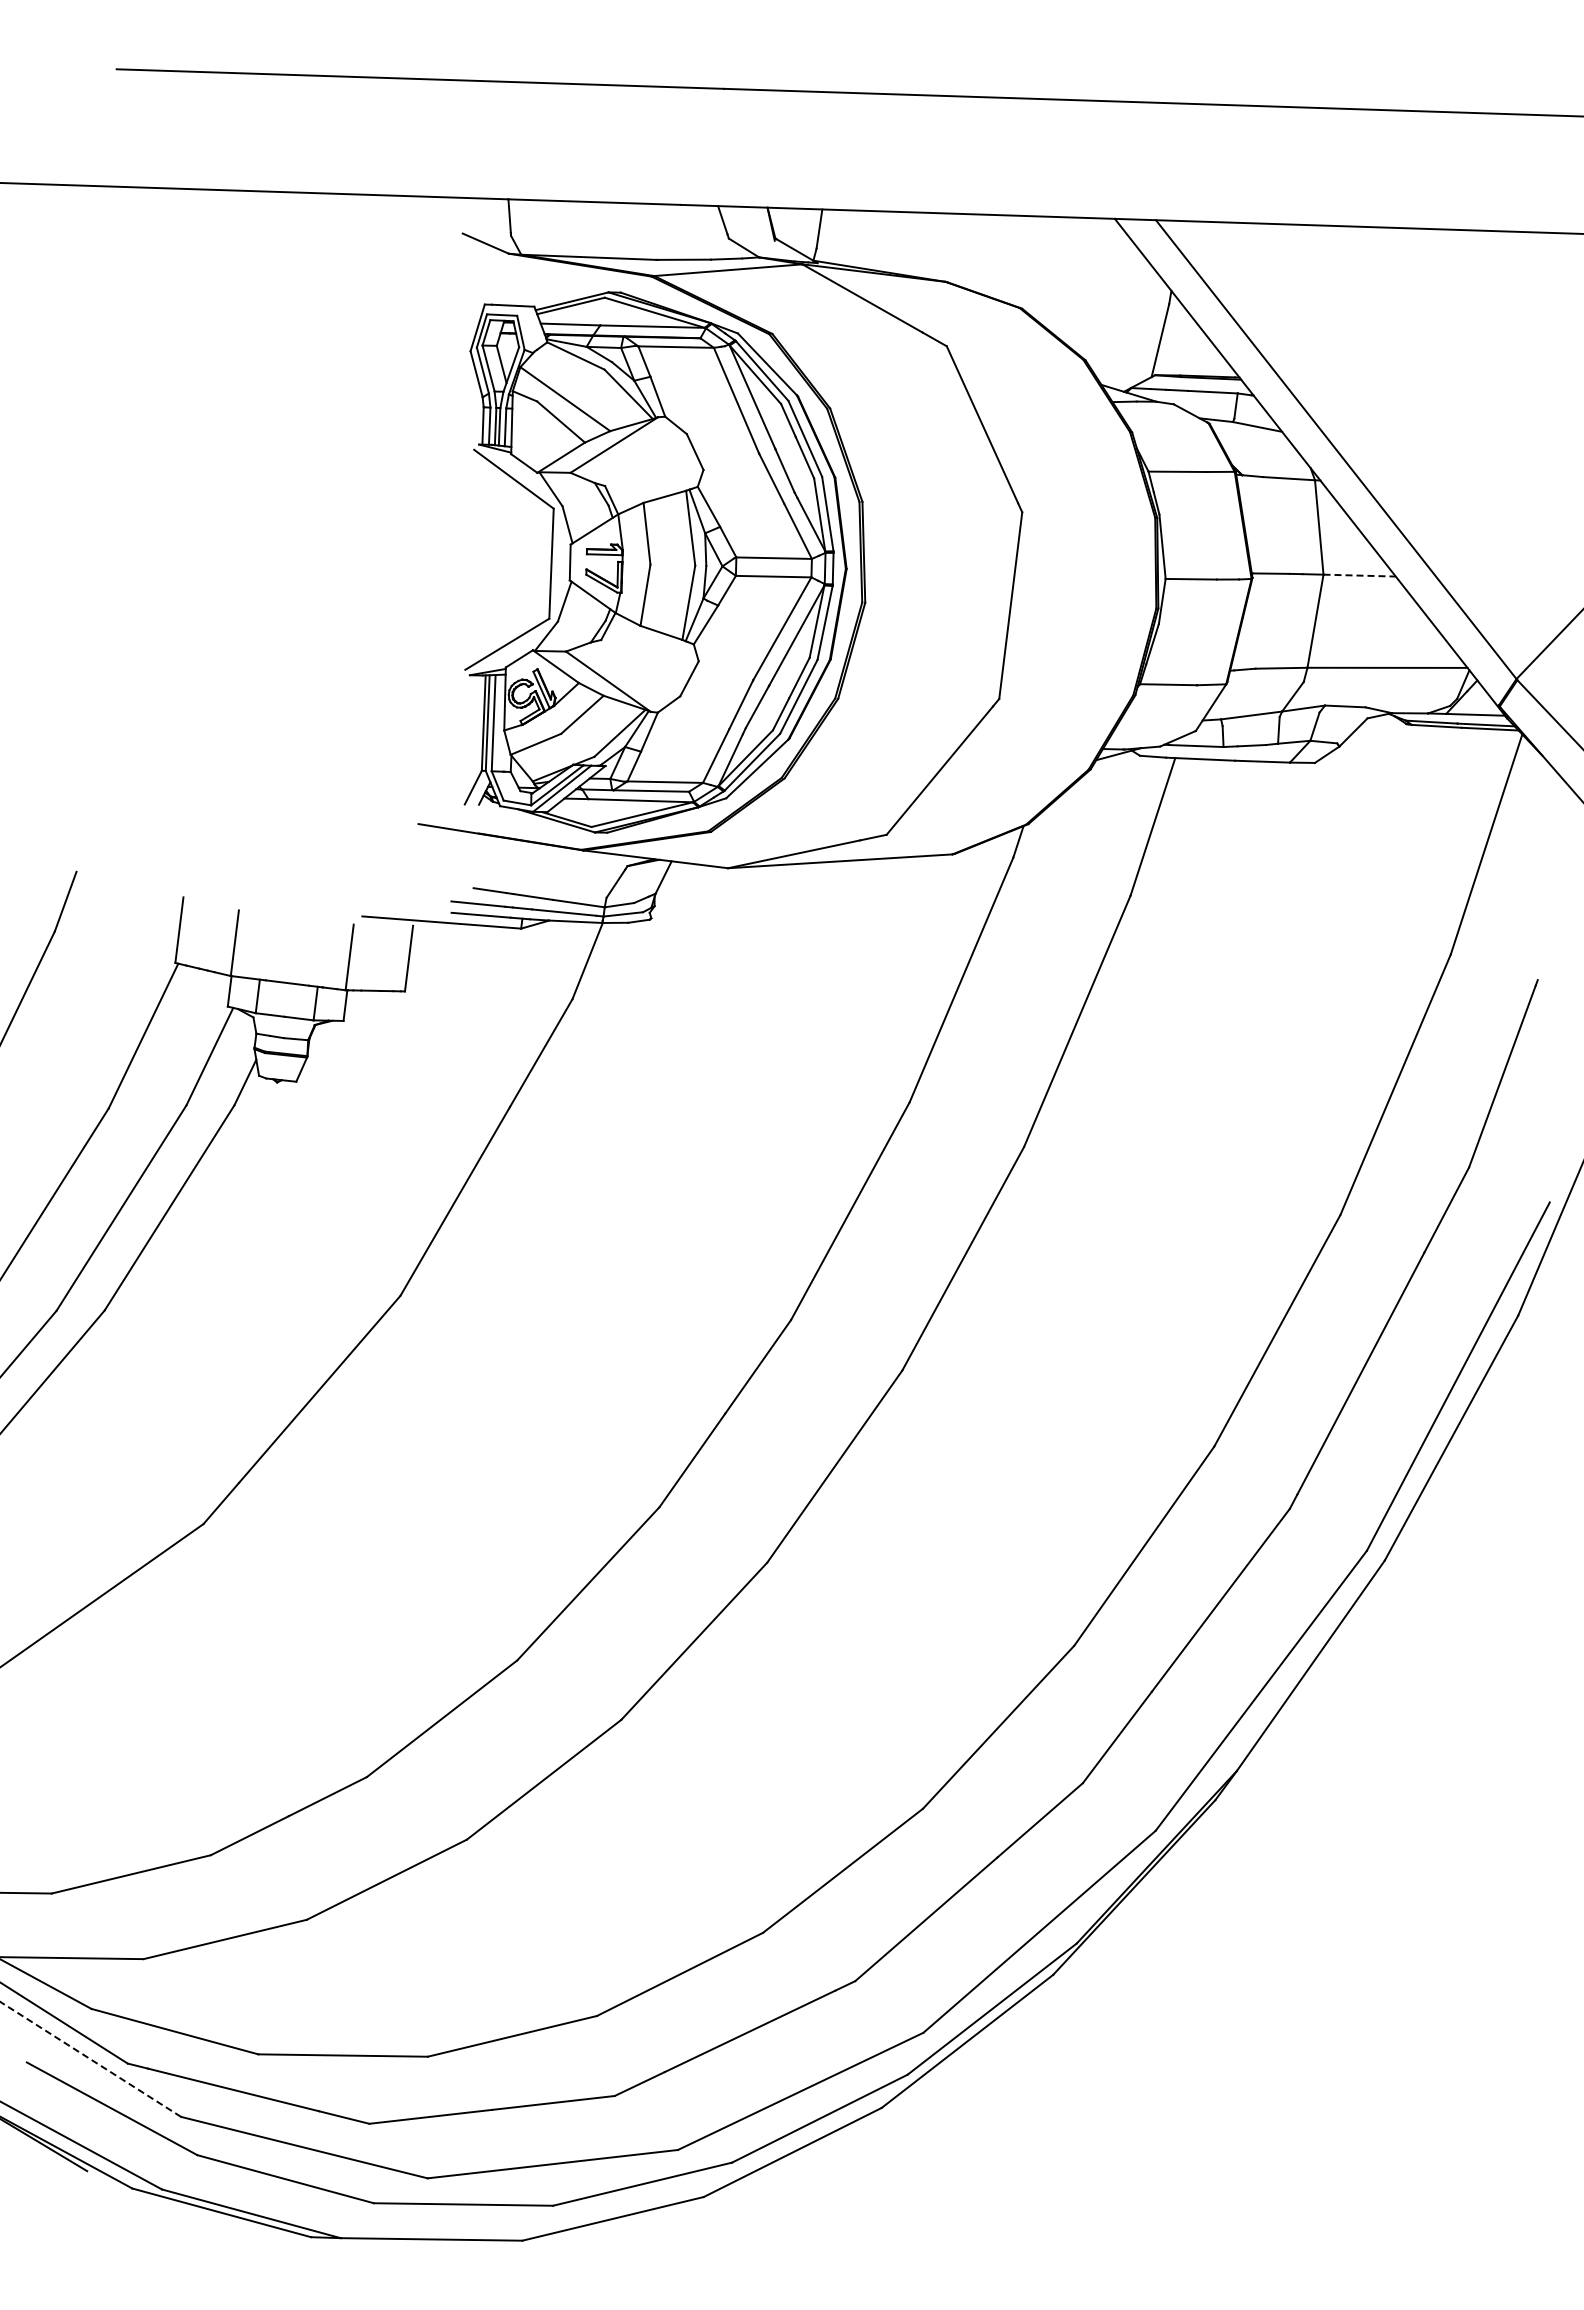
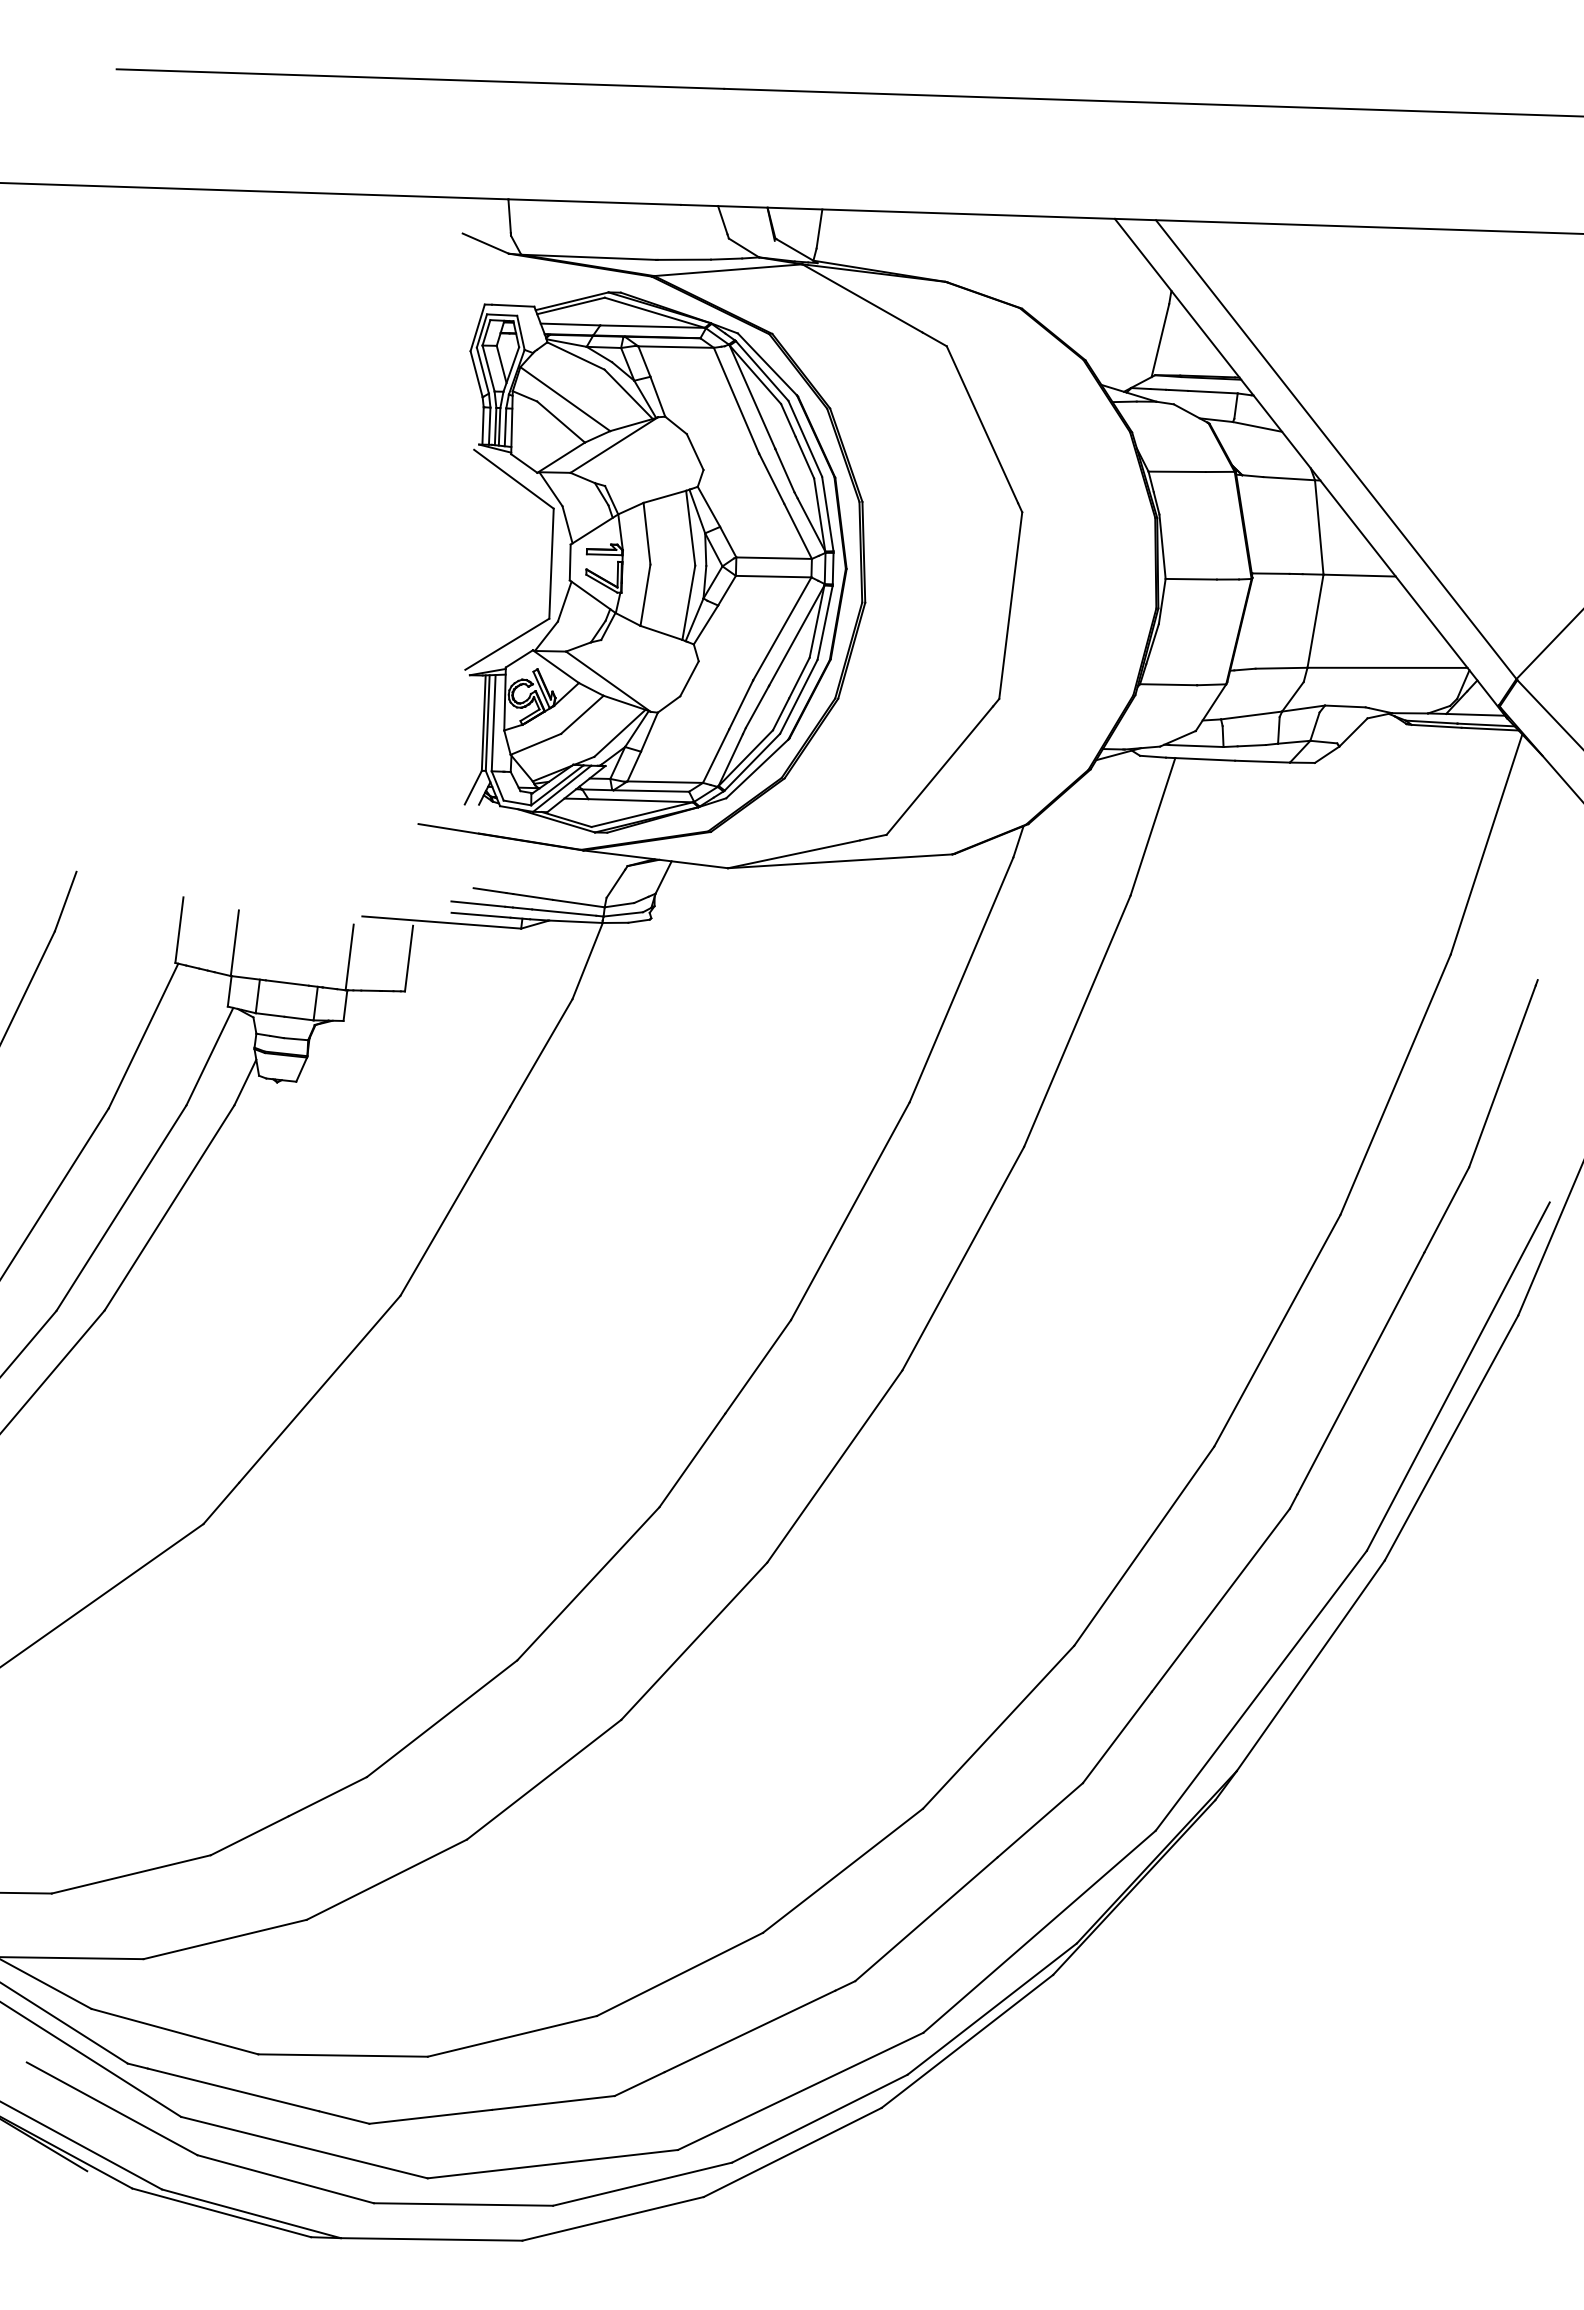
line at (1360, 575): dashed -> solid
line at (90, 2059): dashed -> solid
